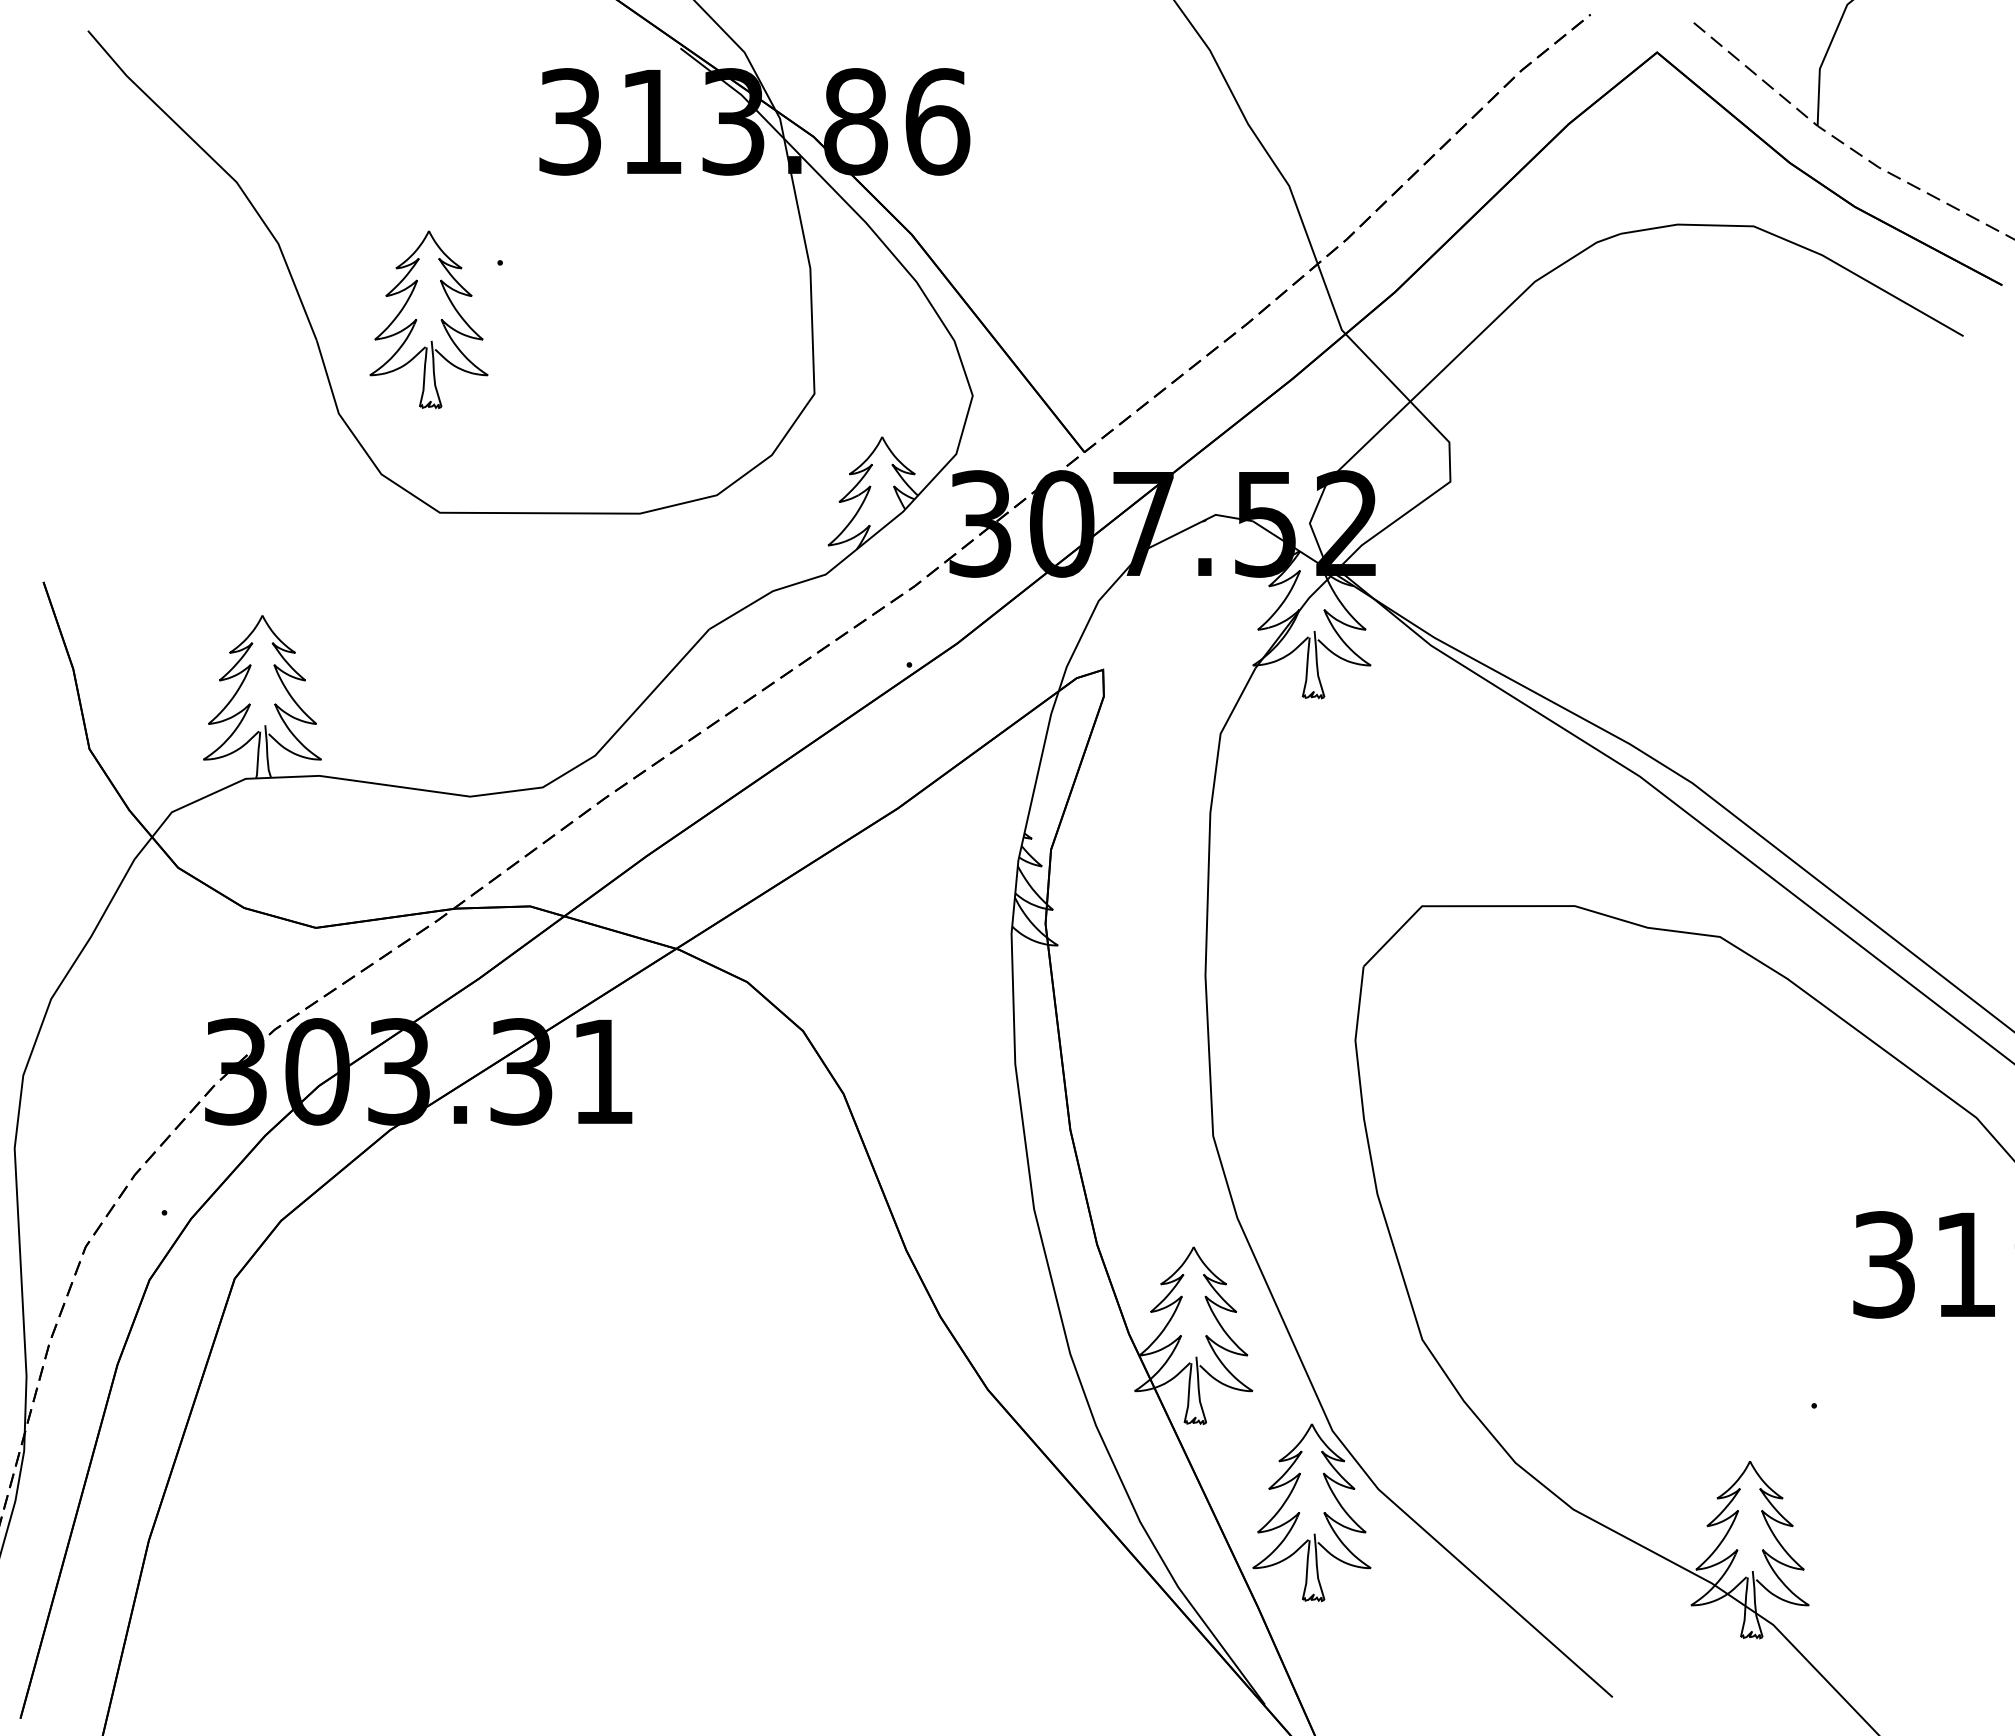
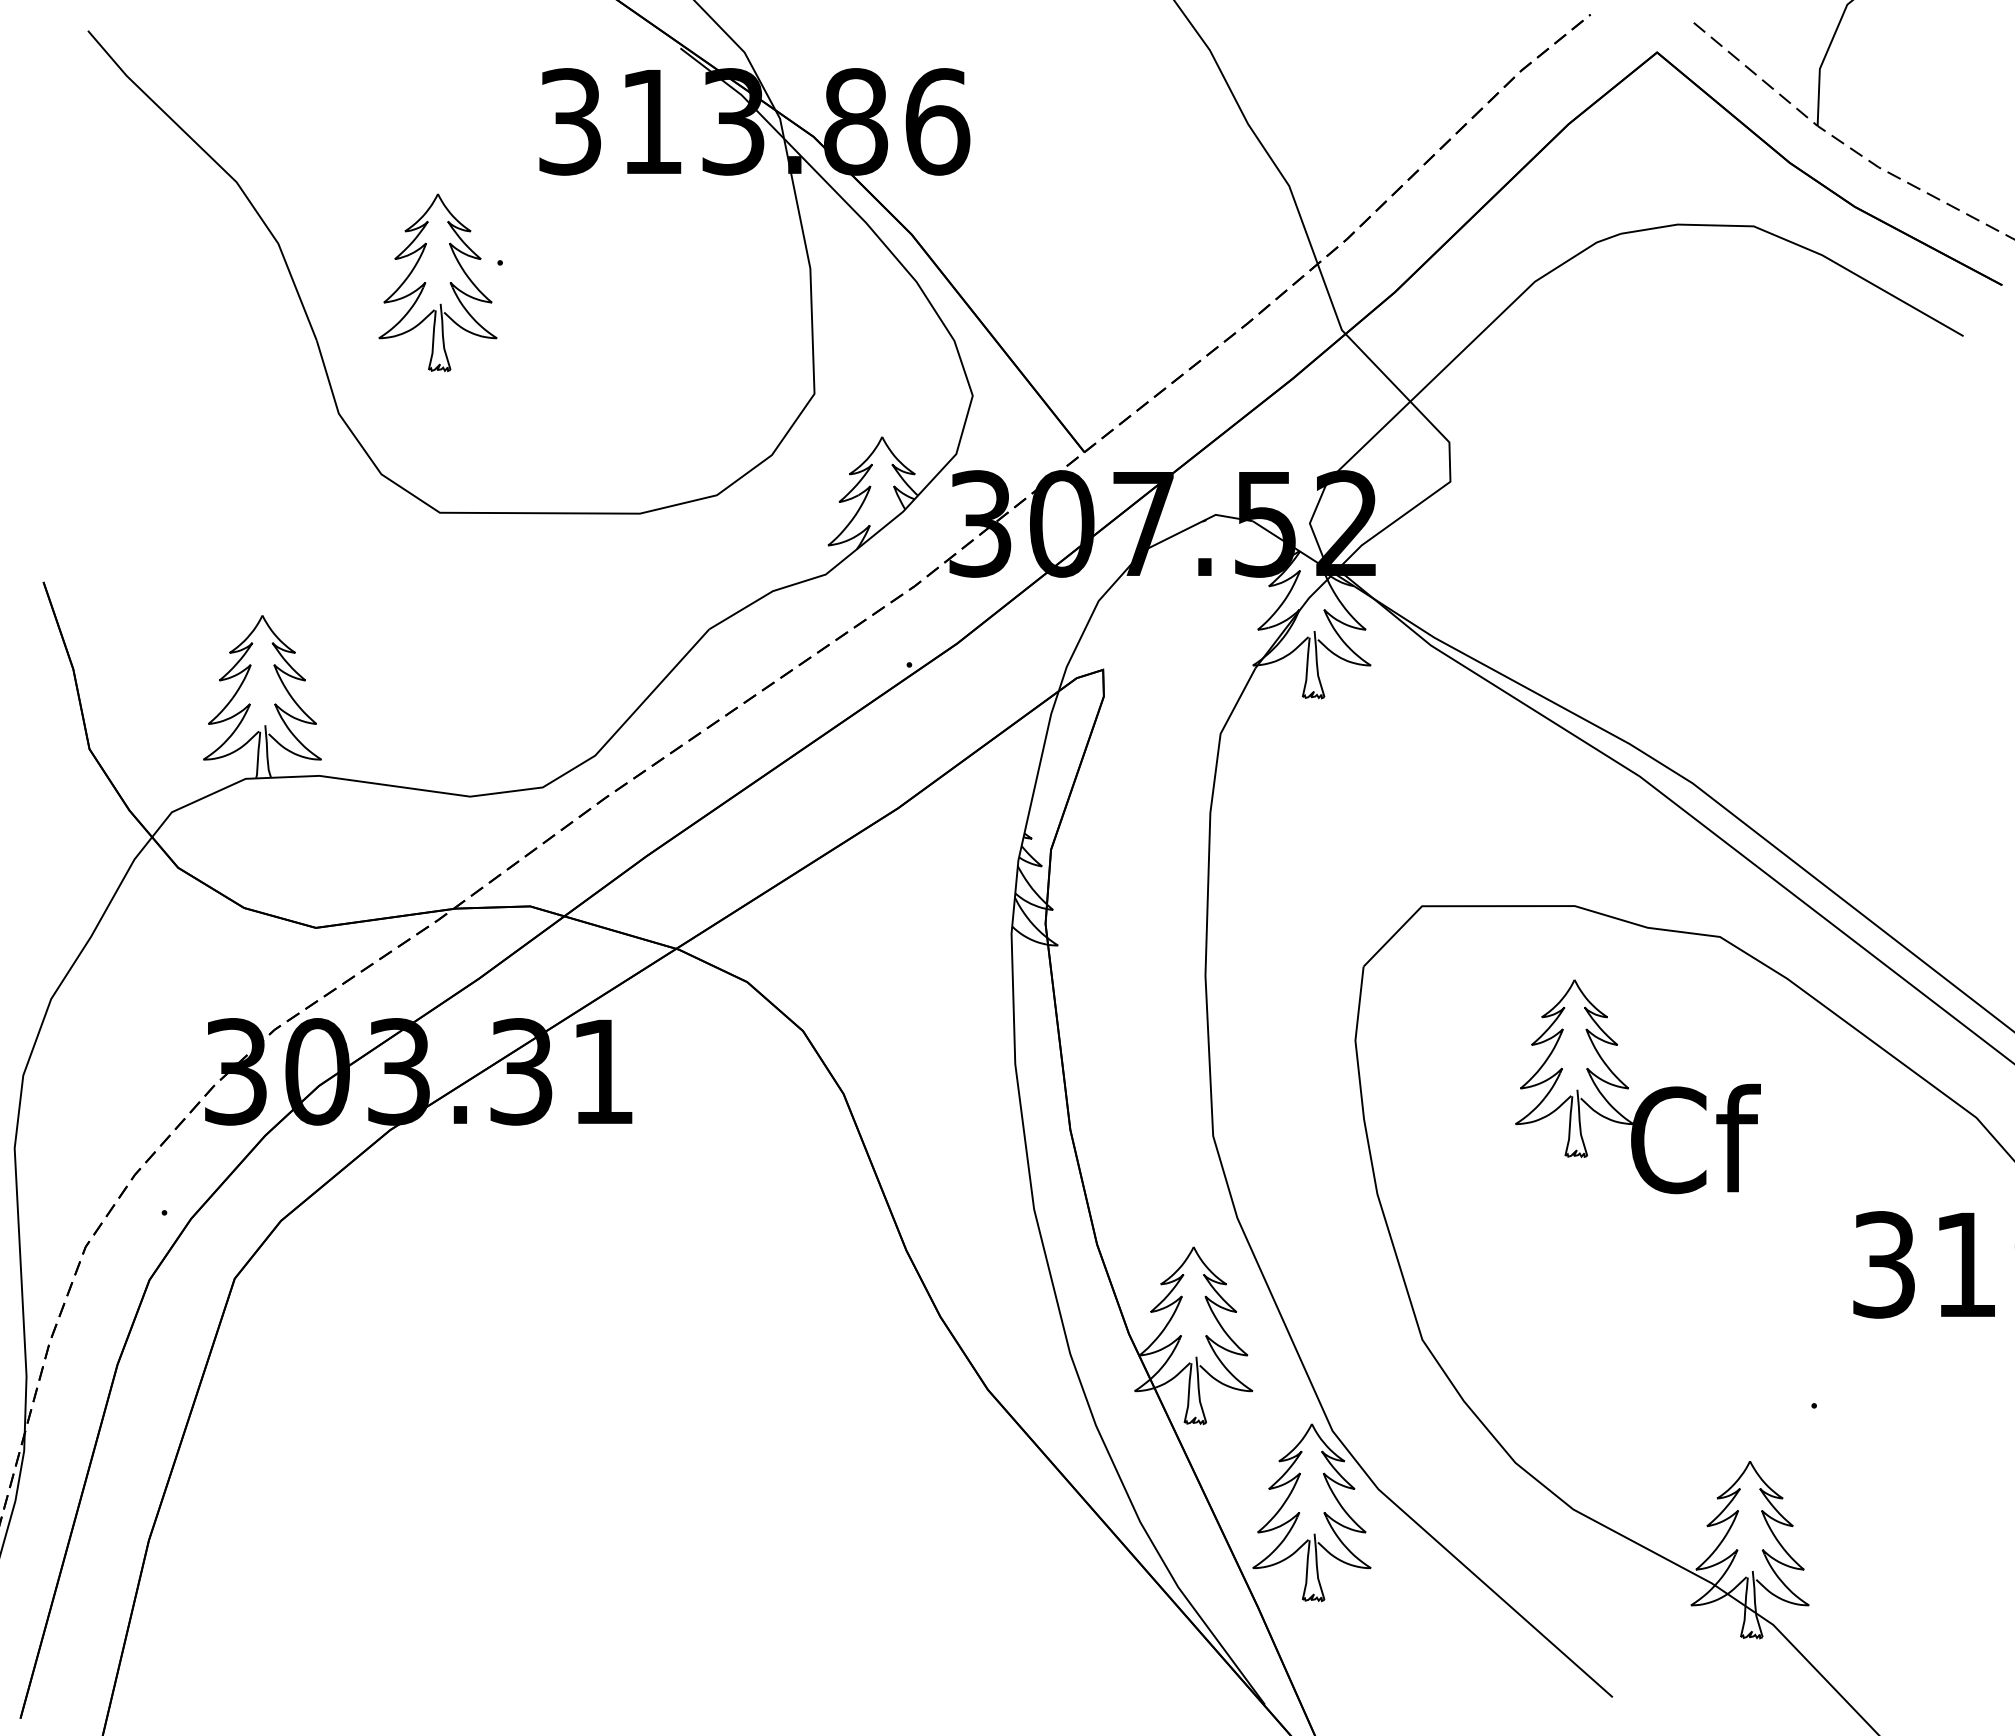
part at (428, 319) position: (428, 319) -> (437, 282)
part at (1628, 1087): none -> present
